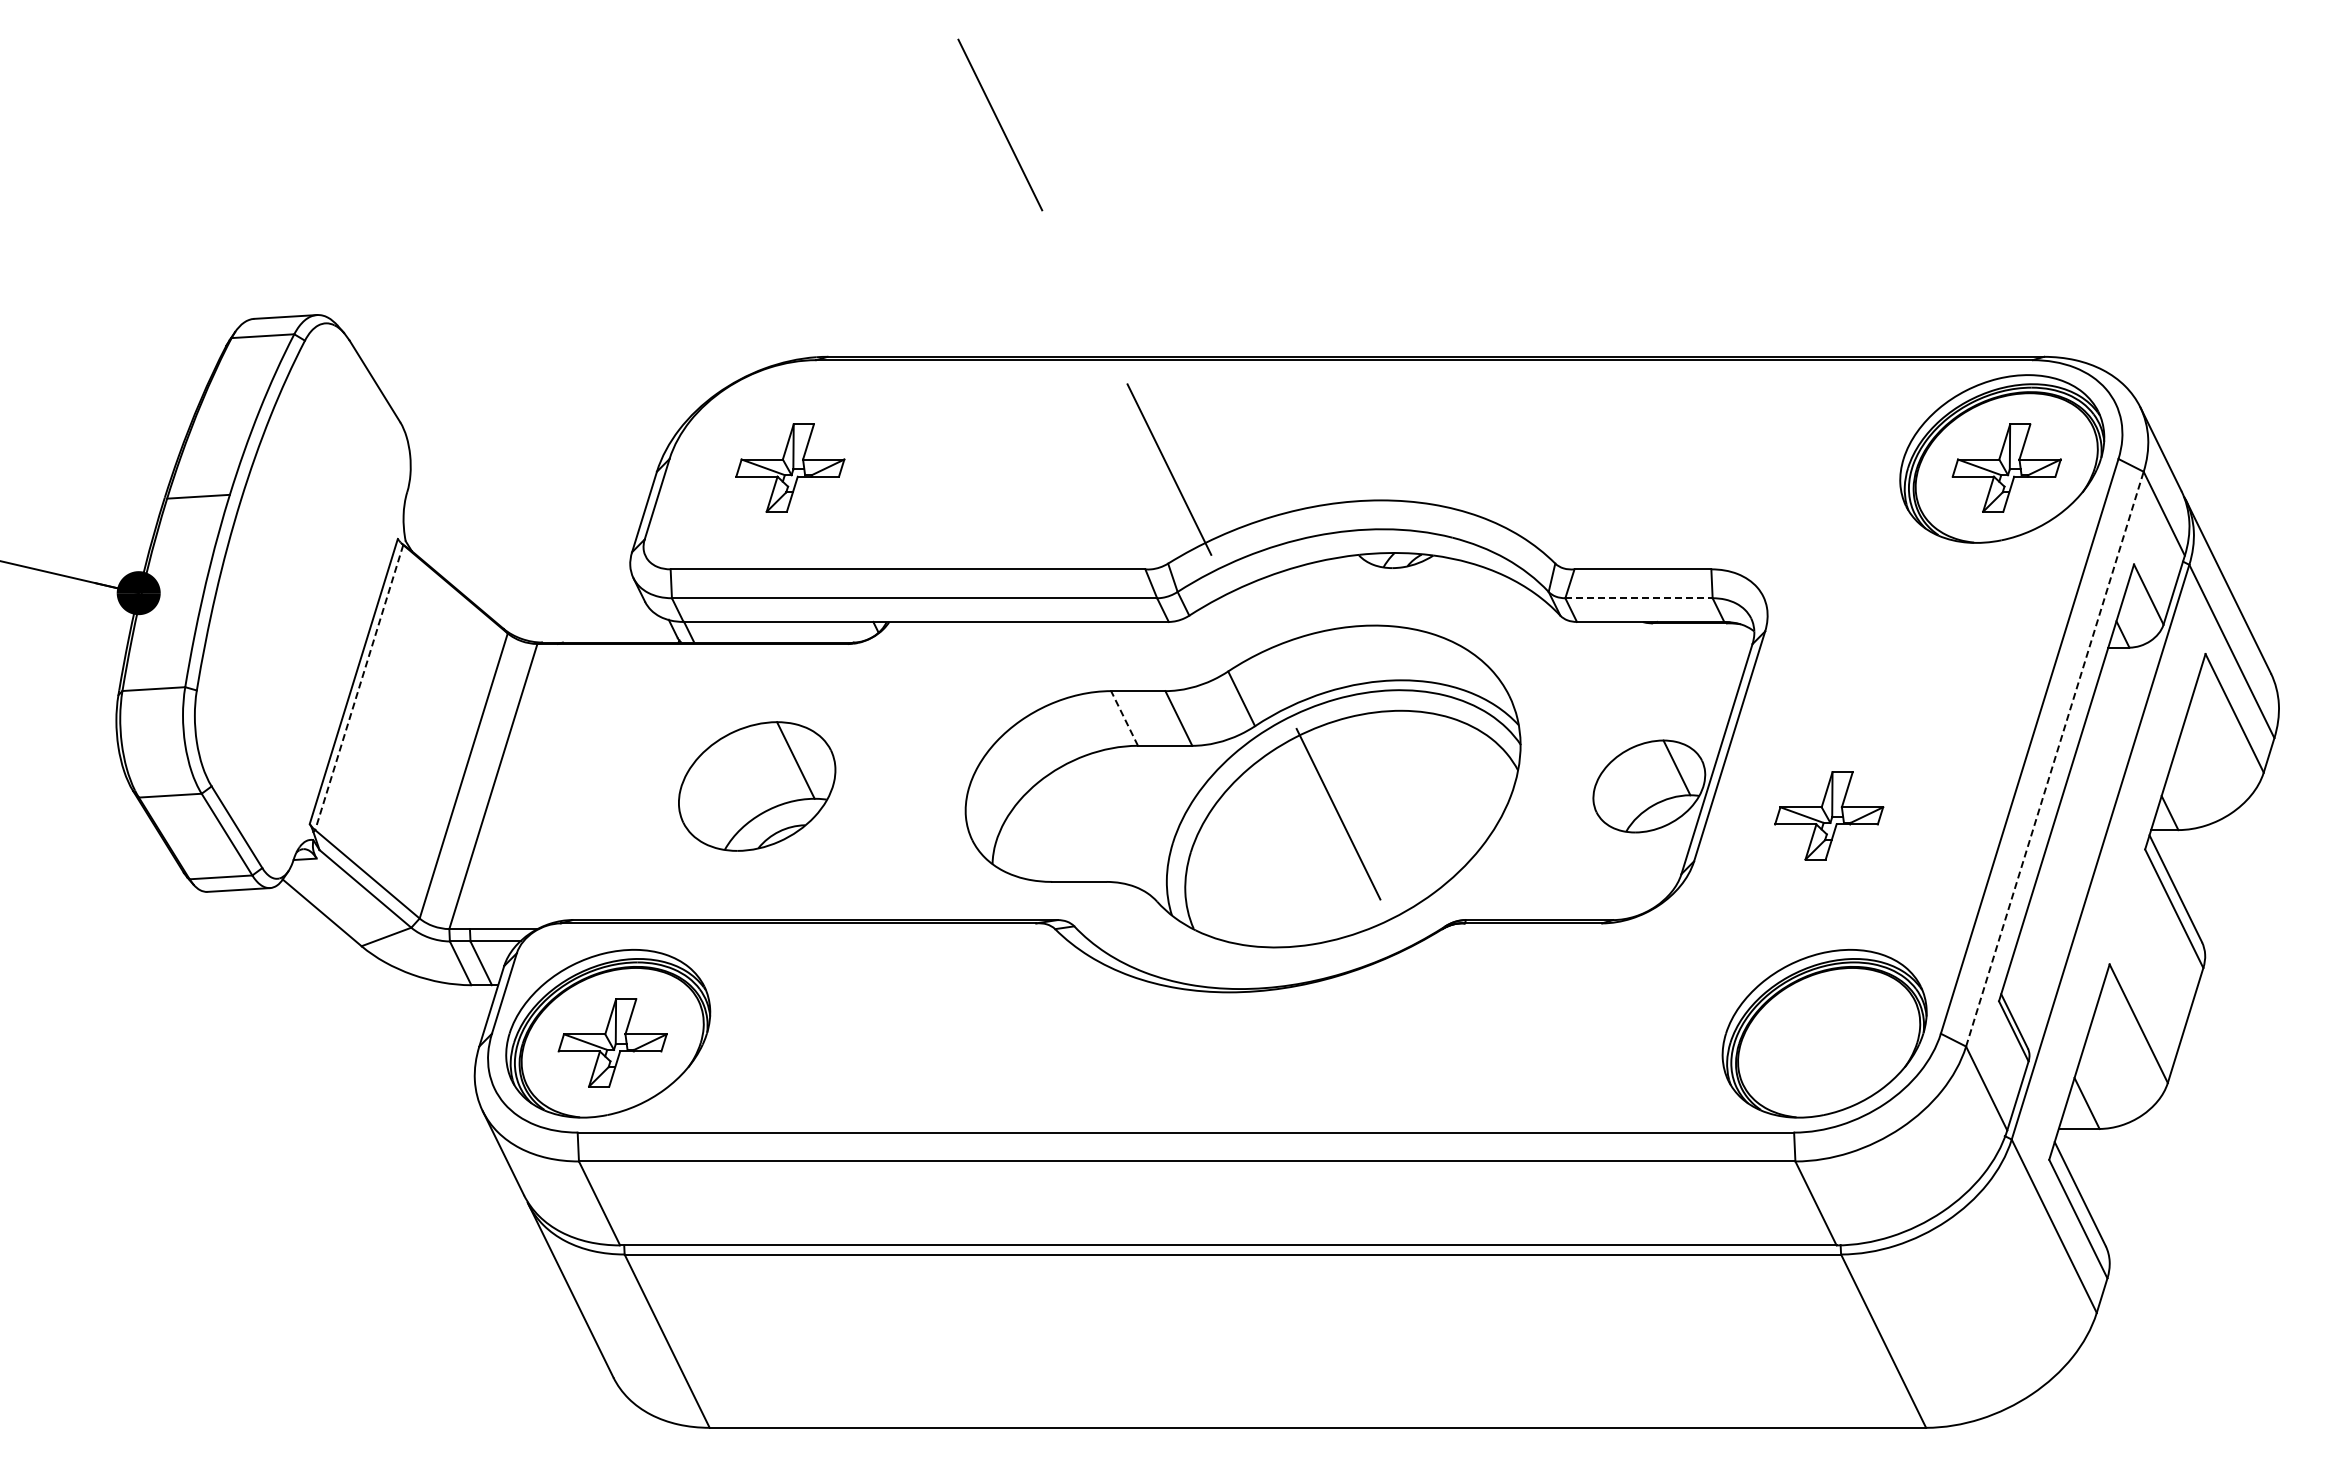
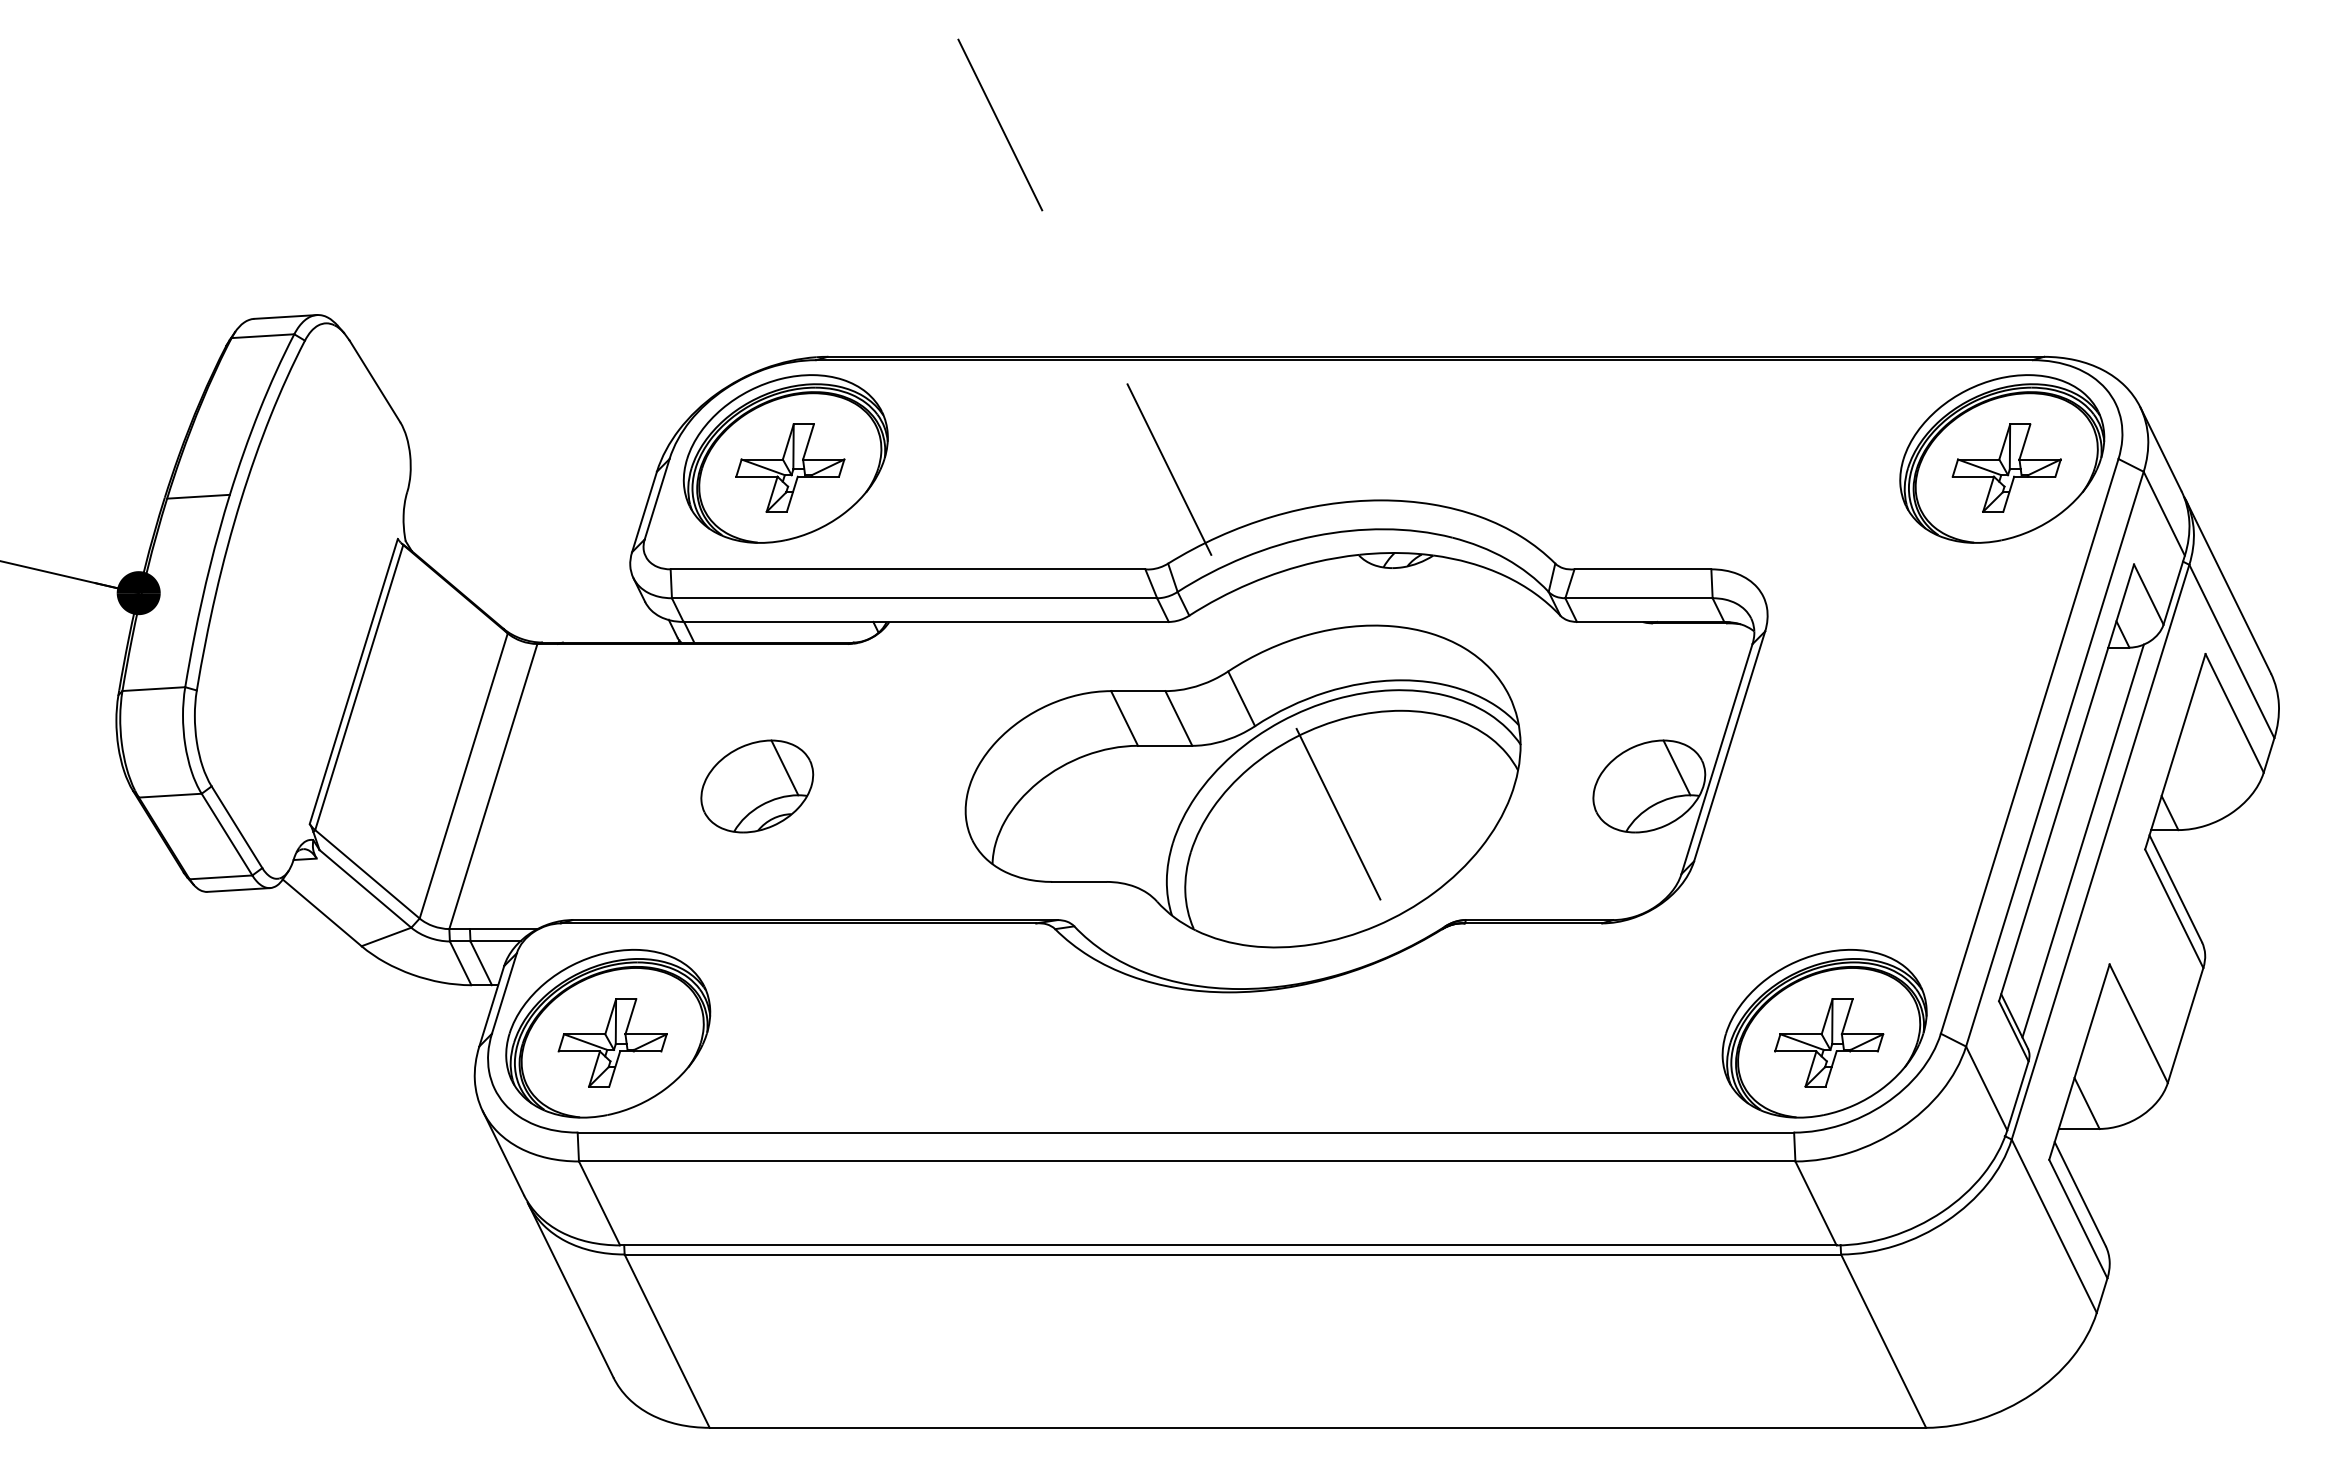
part at (785, 458): none -> present
line at (1639, 598): dashed -> solid
line at (359, 688): dashed -> solid
line at (1124, 718): dashed -> solid
line at (2054, 759): dashed -> solid
part at (757, 786) size: 159x131 px -> 115x95 px
part at (1829, 815) position: (1829, 815) -> (1829, 1042)
line at (2082, 840): none -> present
